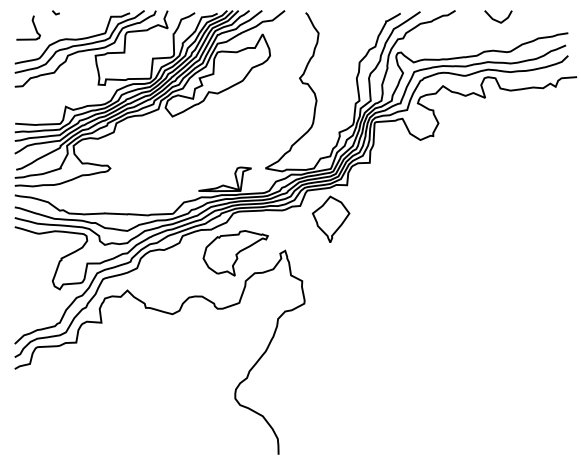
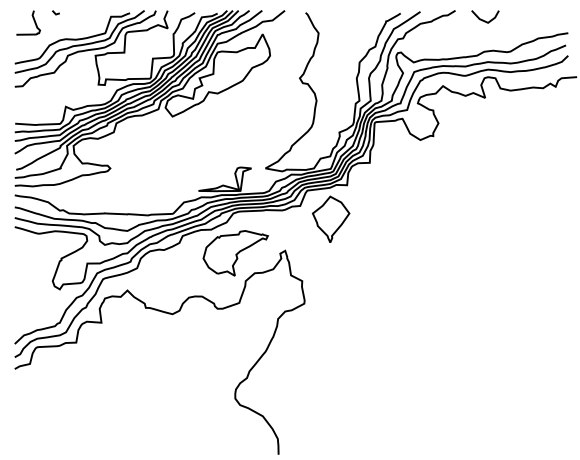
line at (496, 19) position: (496, 19) -> (483, 19)
curve at (33, 25) position: (33, 25) -> (33, 20)
